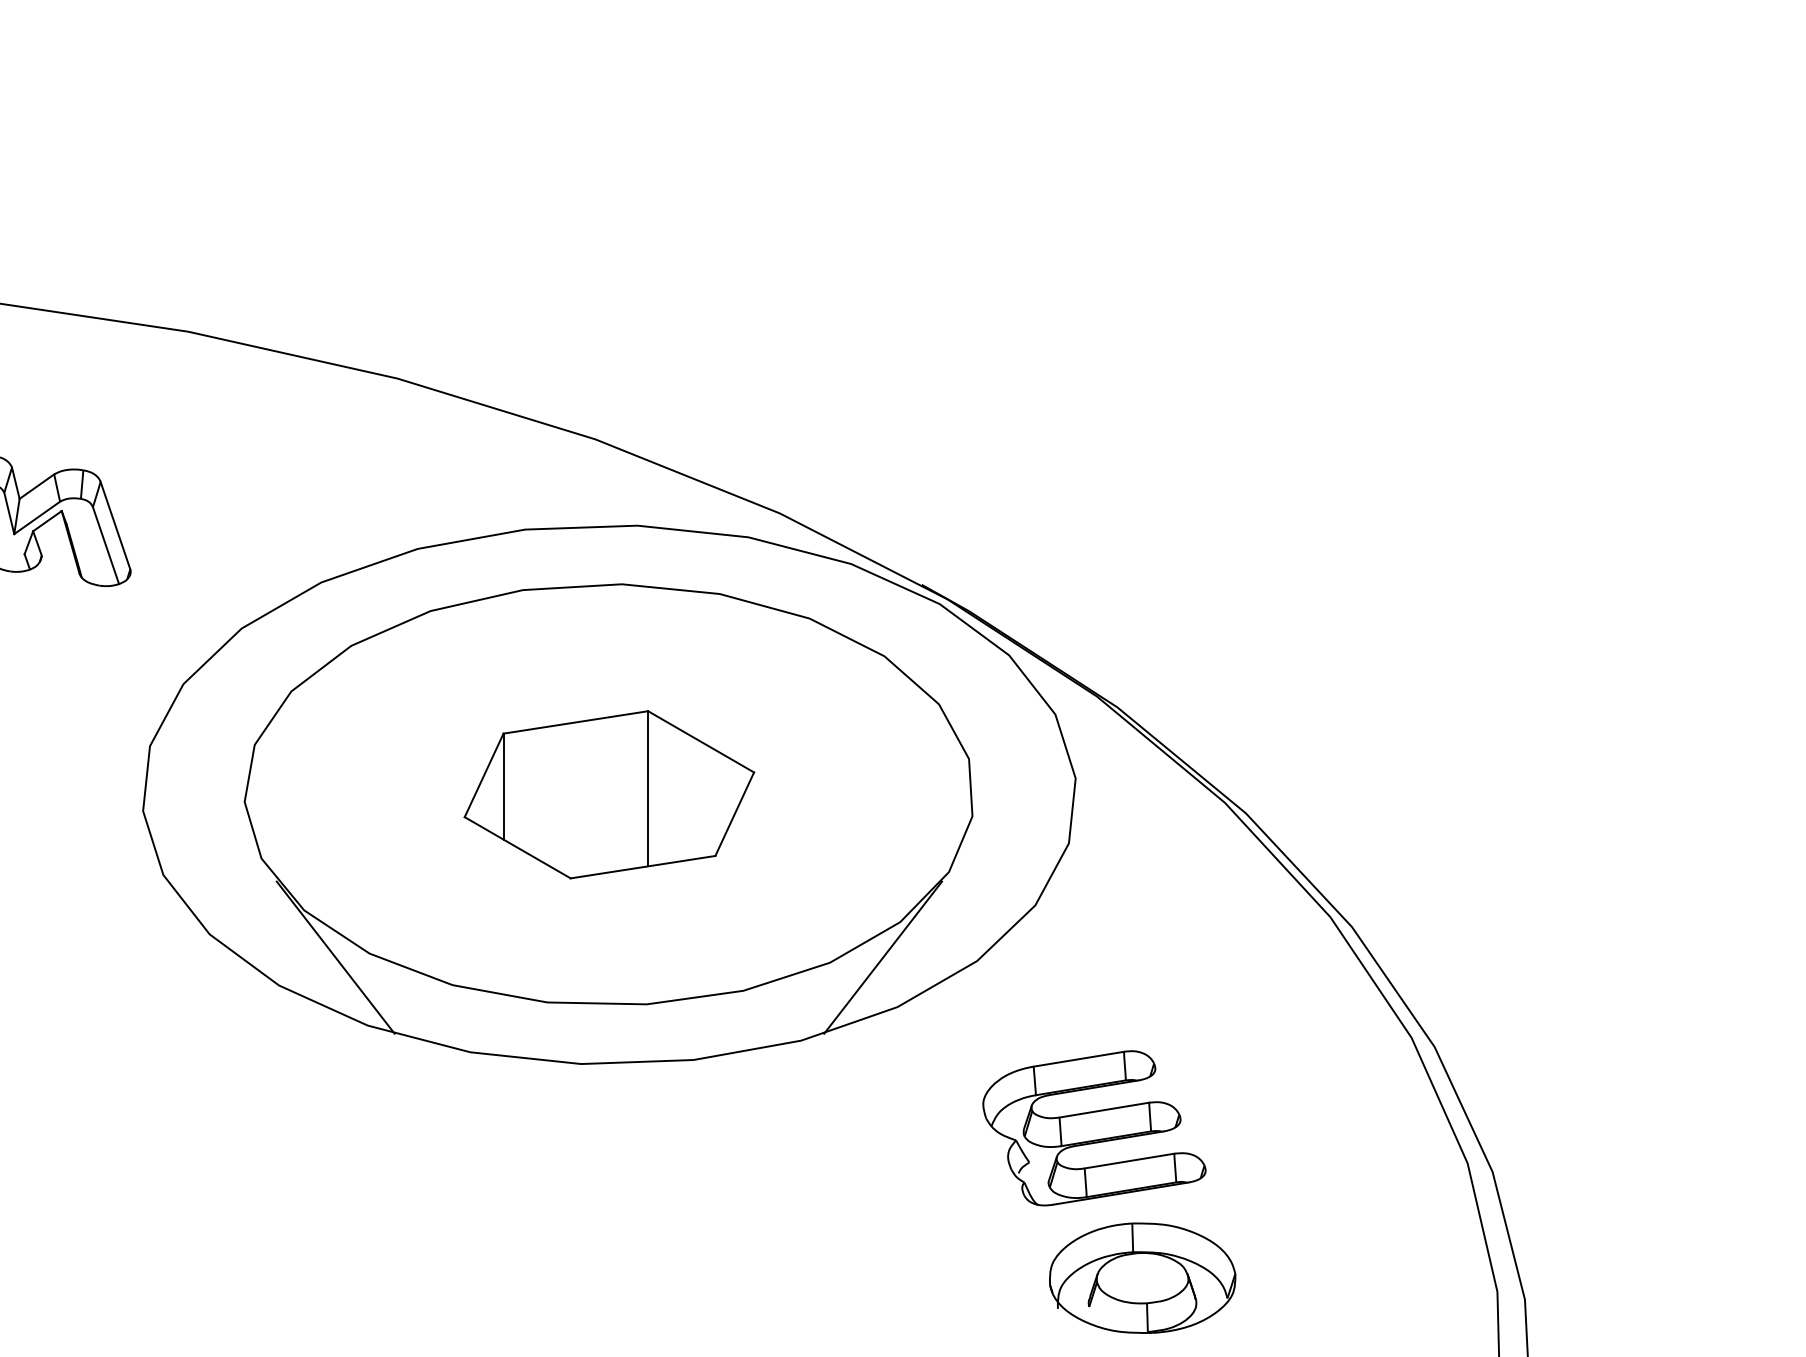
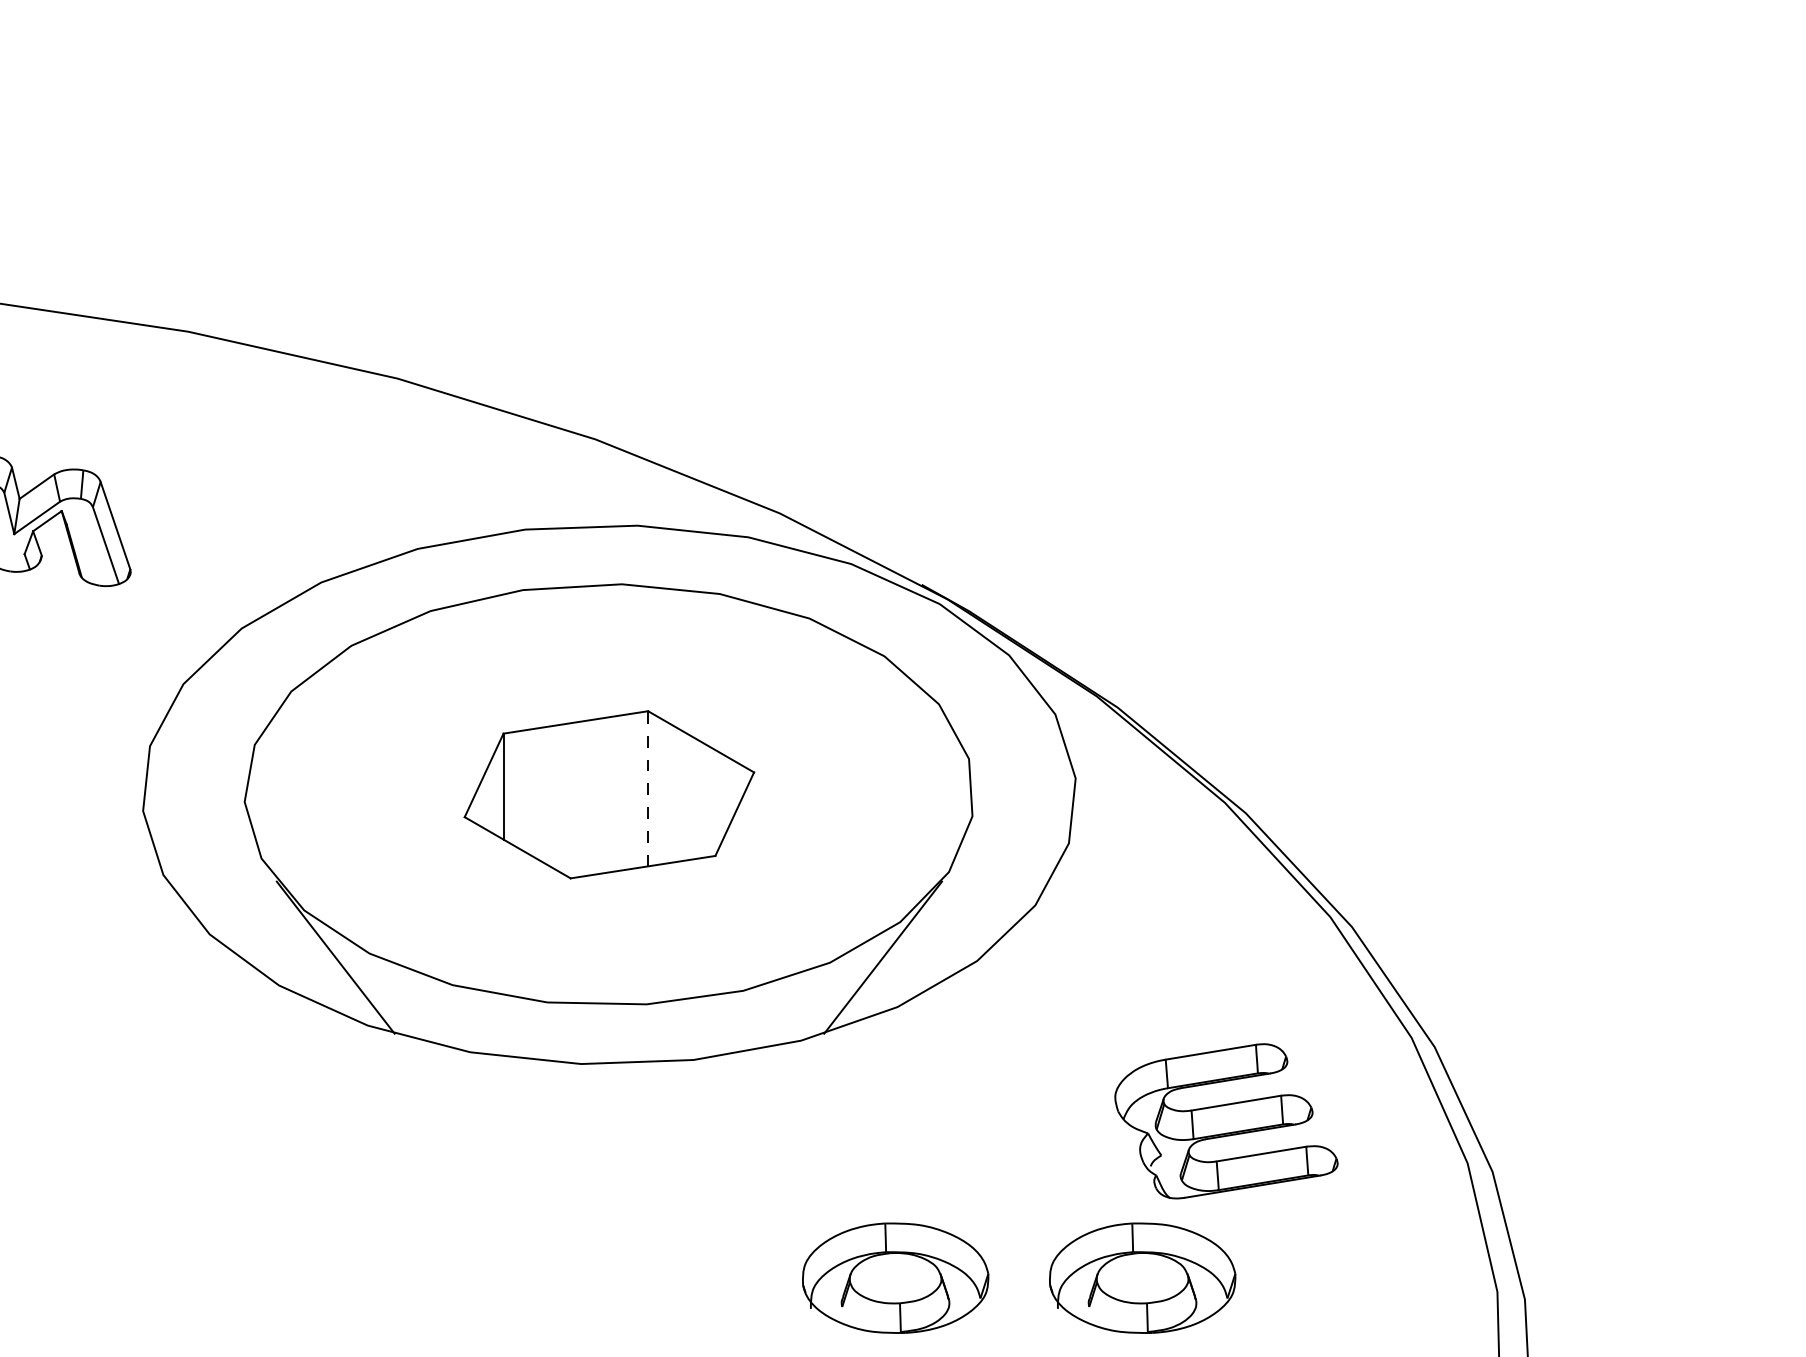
line at (648, 788): solid -> dashed
part at (1094, 1128) position: (1094, 1128) -> (1226, 1121)
part at (895, 1277): none -> present
